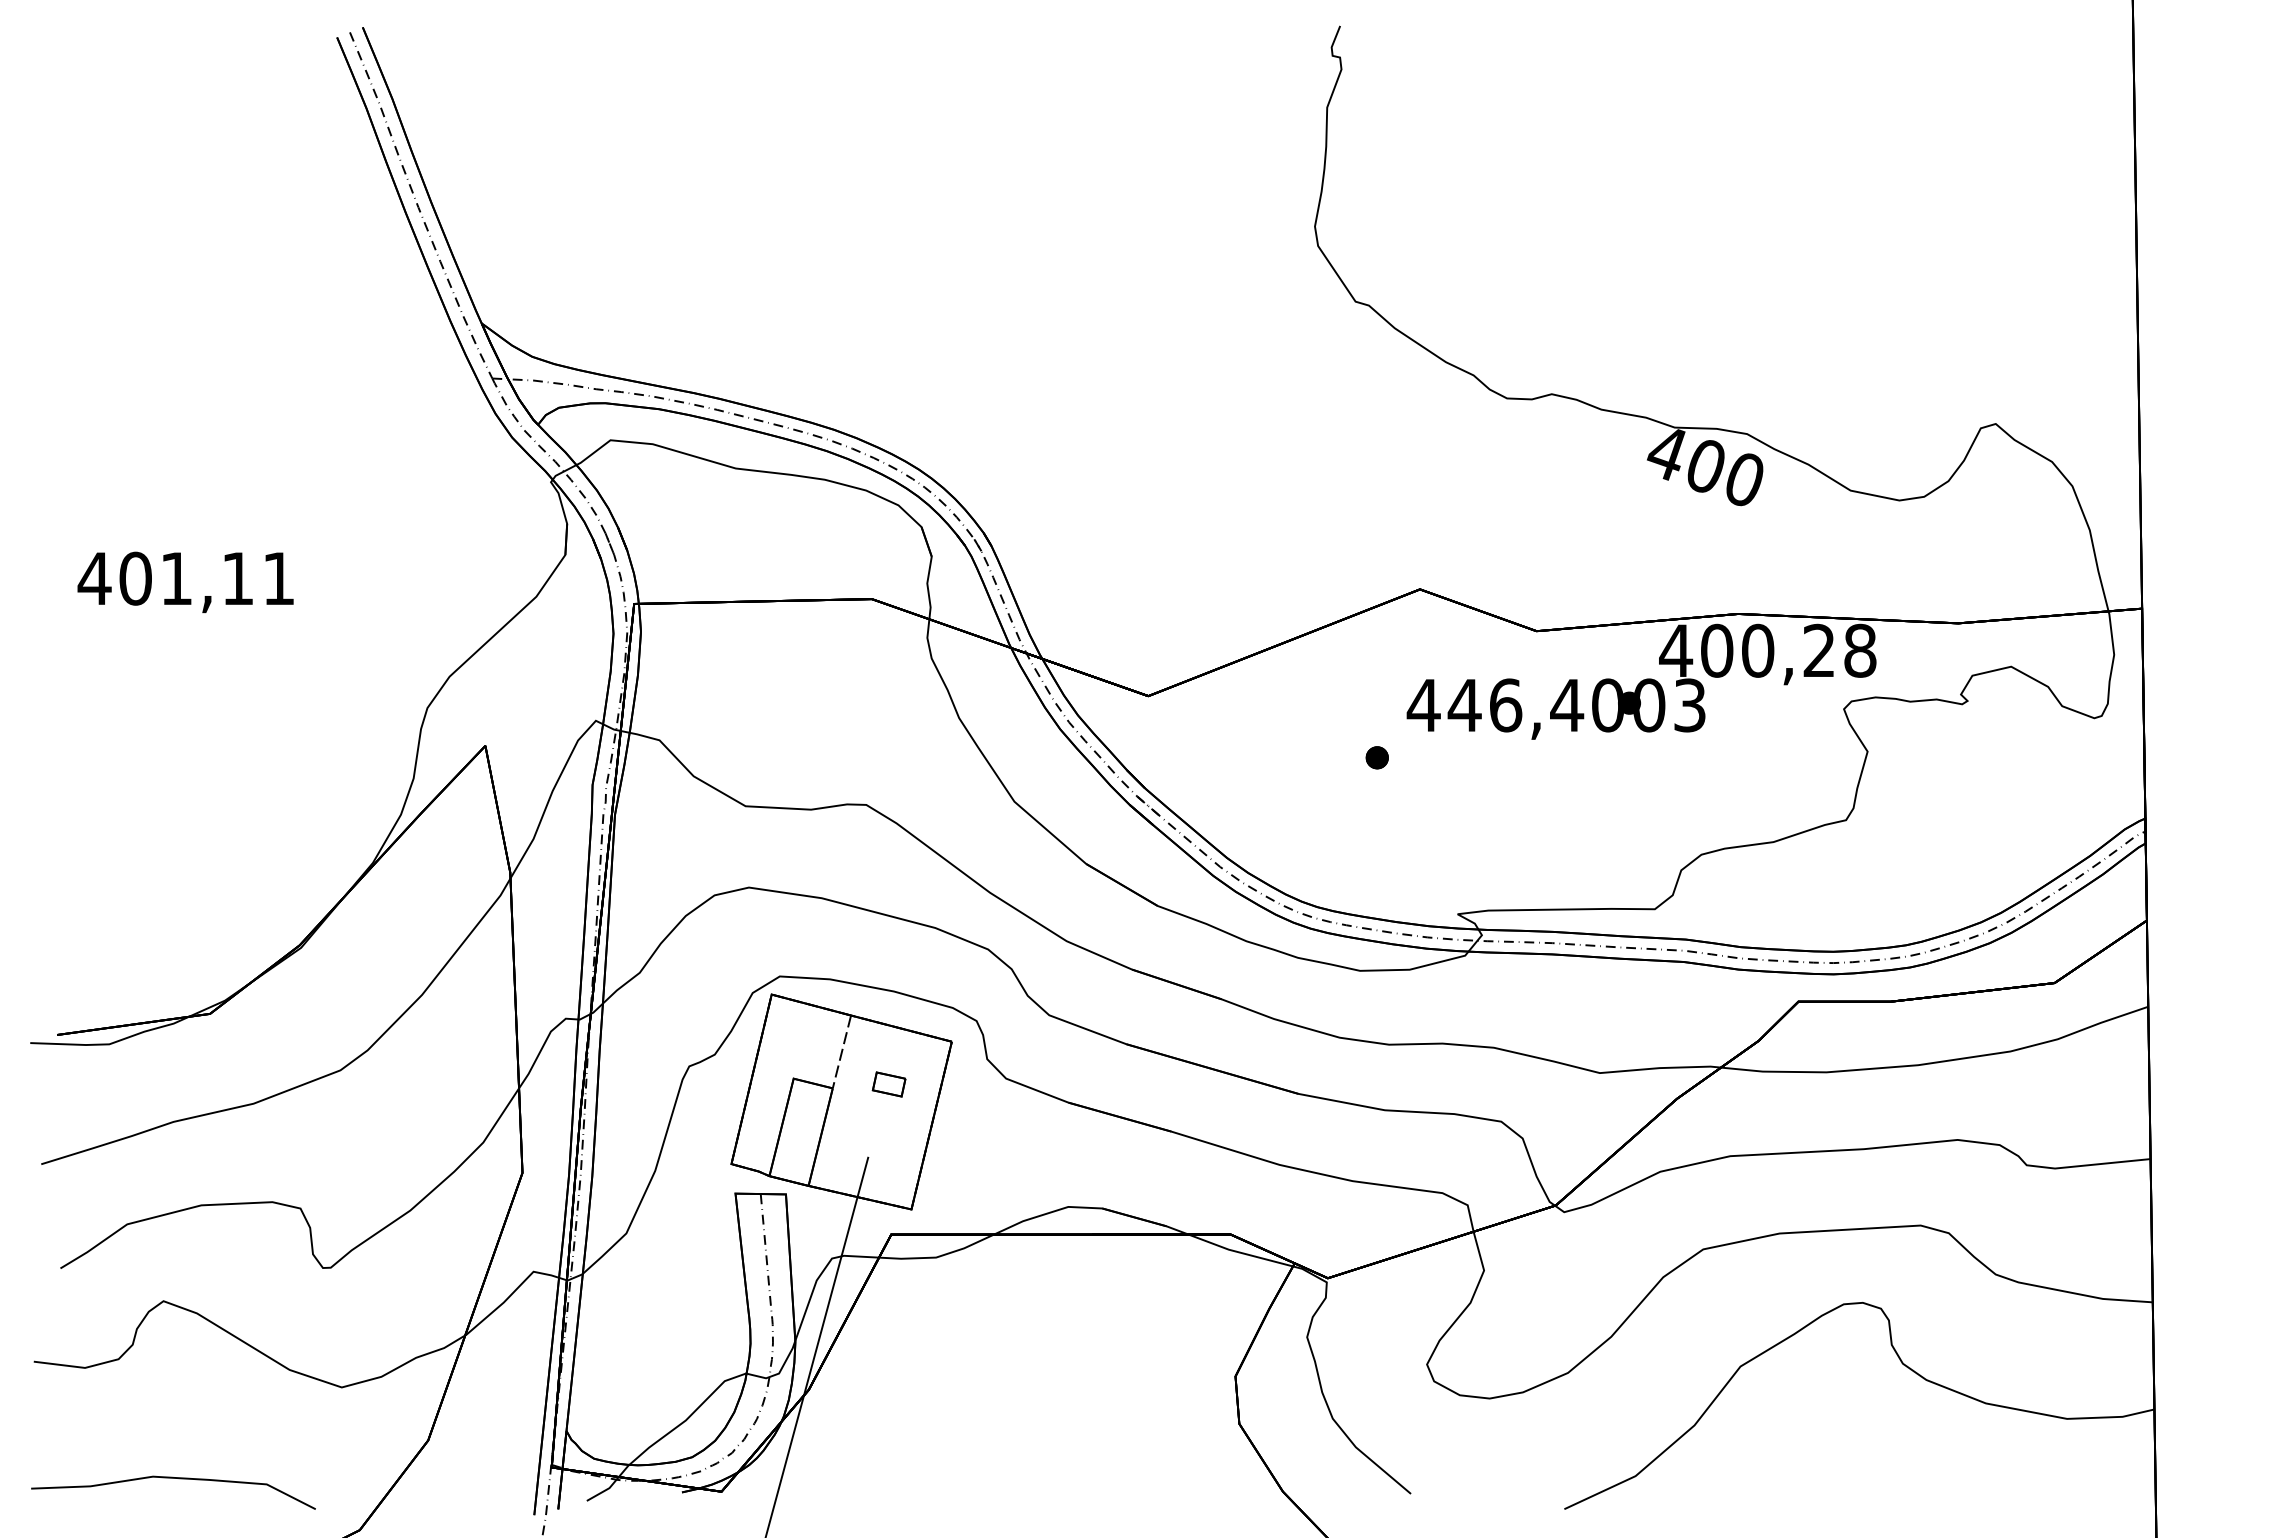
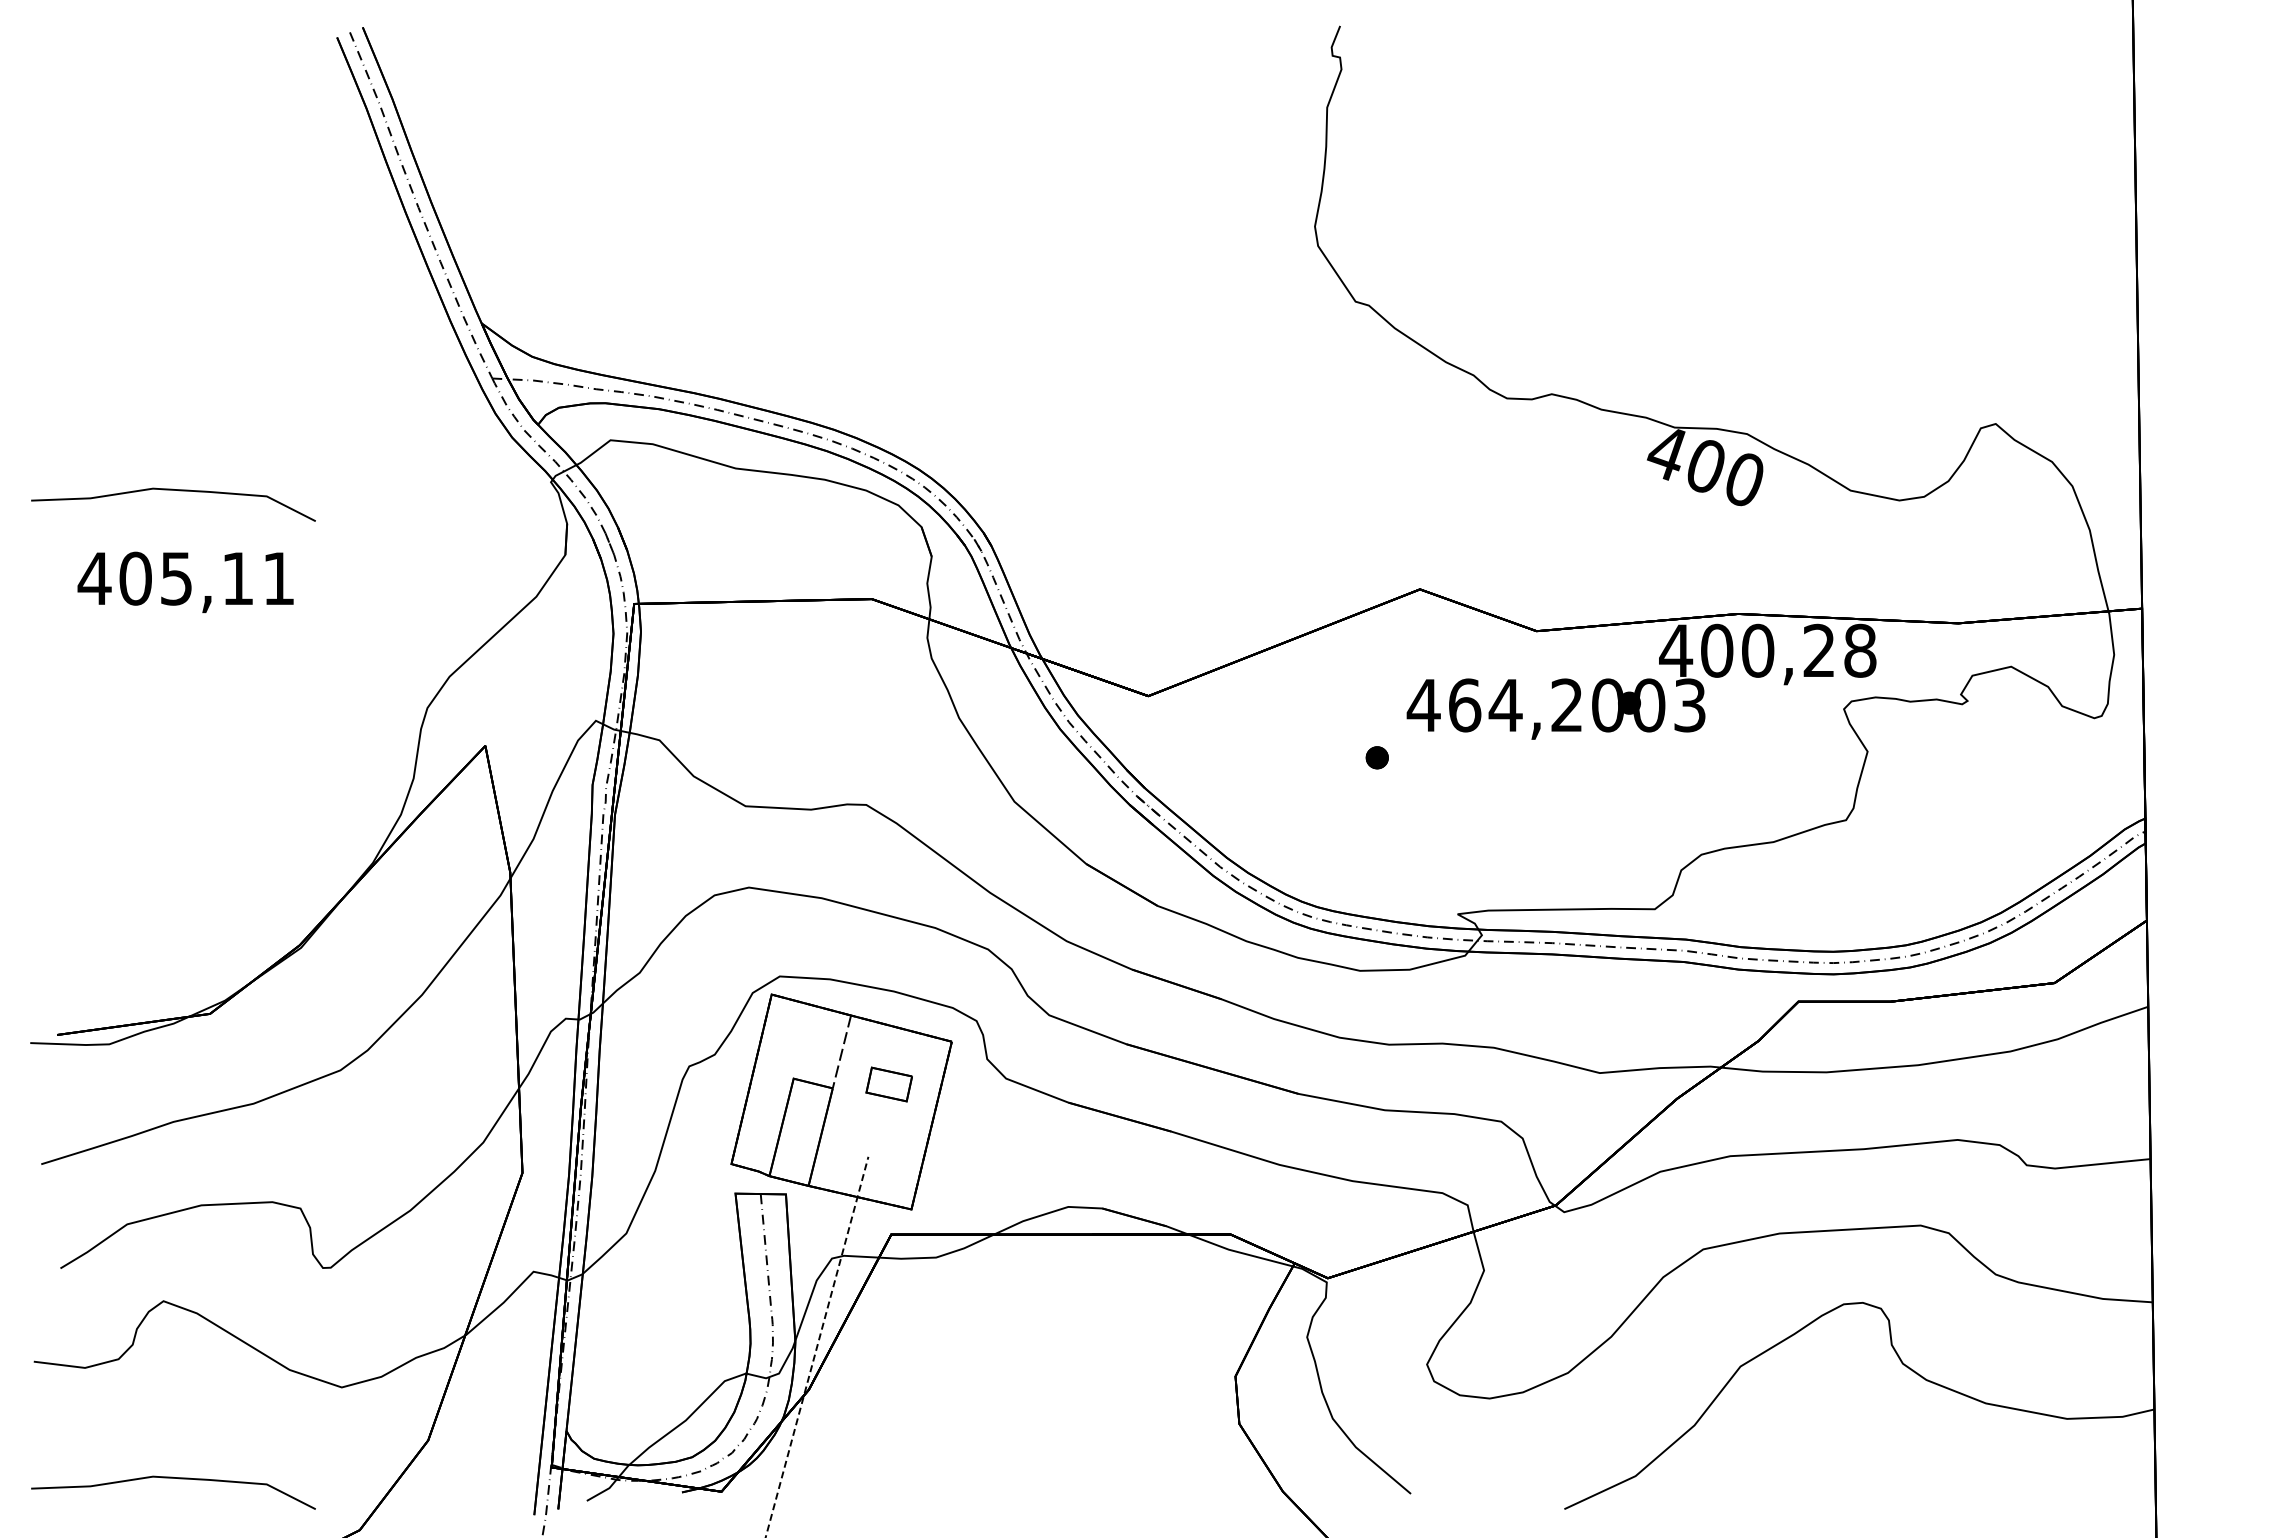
curve at (173, 490): none -> present
text at (176, 578): 401,11 -> 405,11
text at (1515, 705): 446,4003 -> 464,2003
part at (888, 1084) size: 36x27 px -> 48x37 px
line at (817, 1347): solid -> dashed
